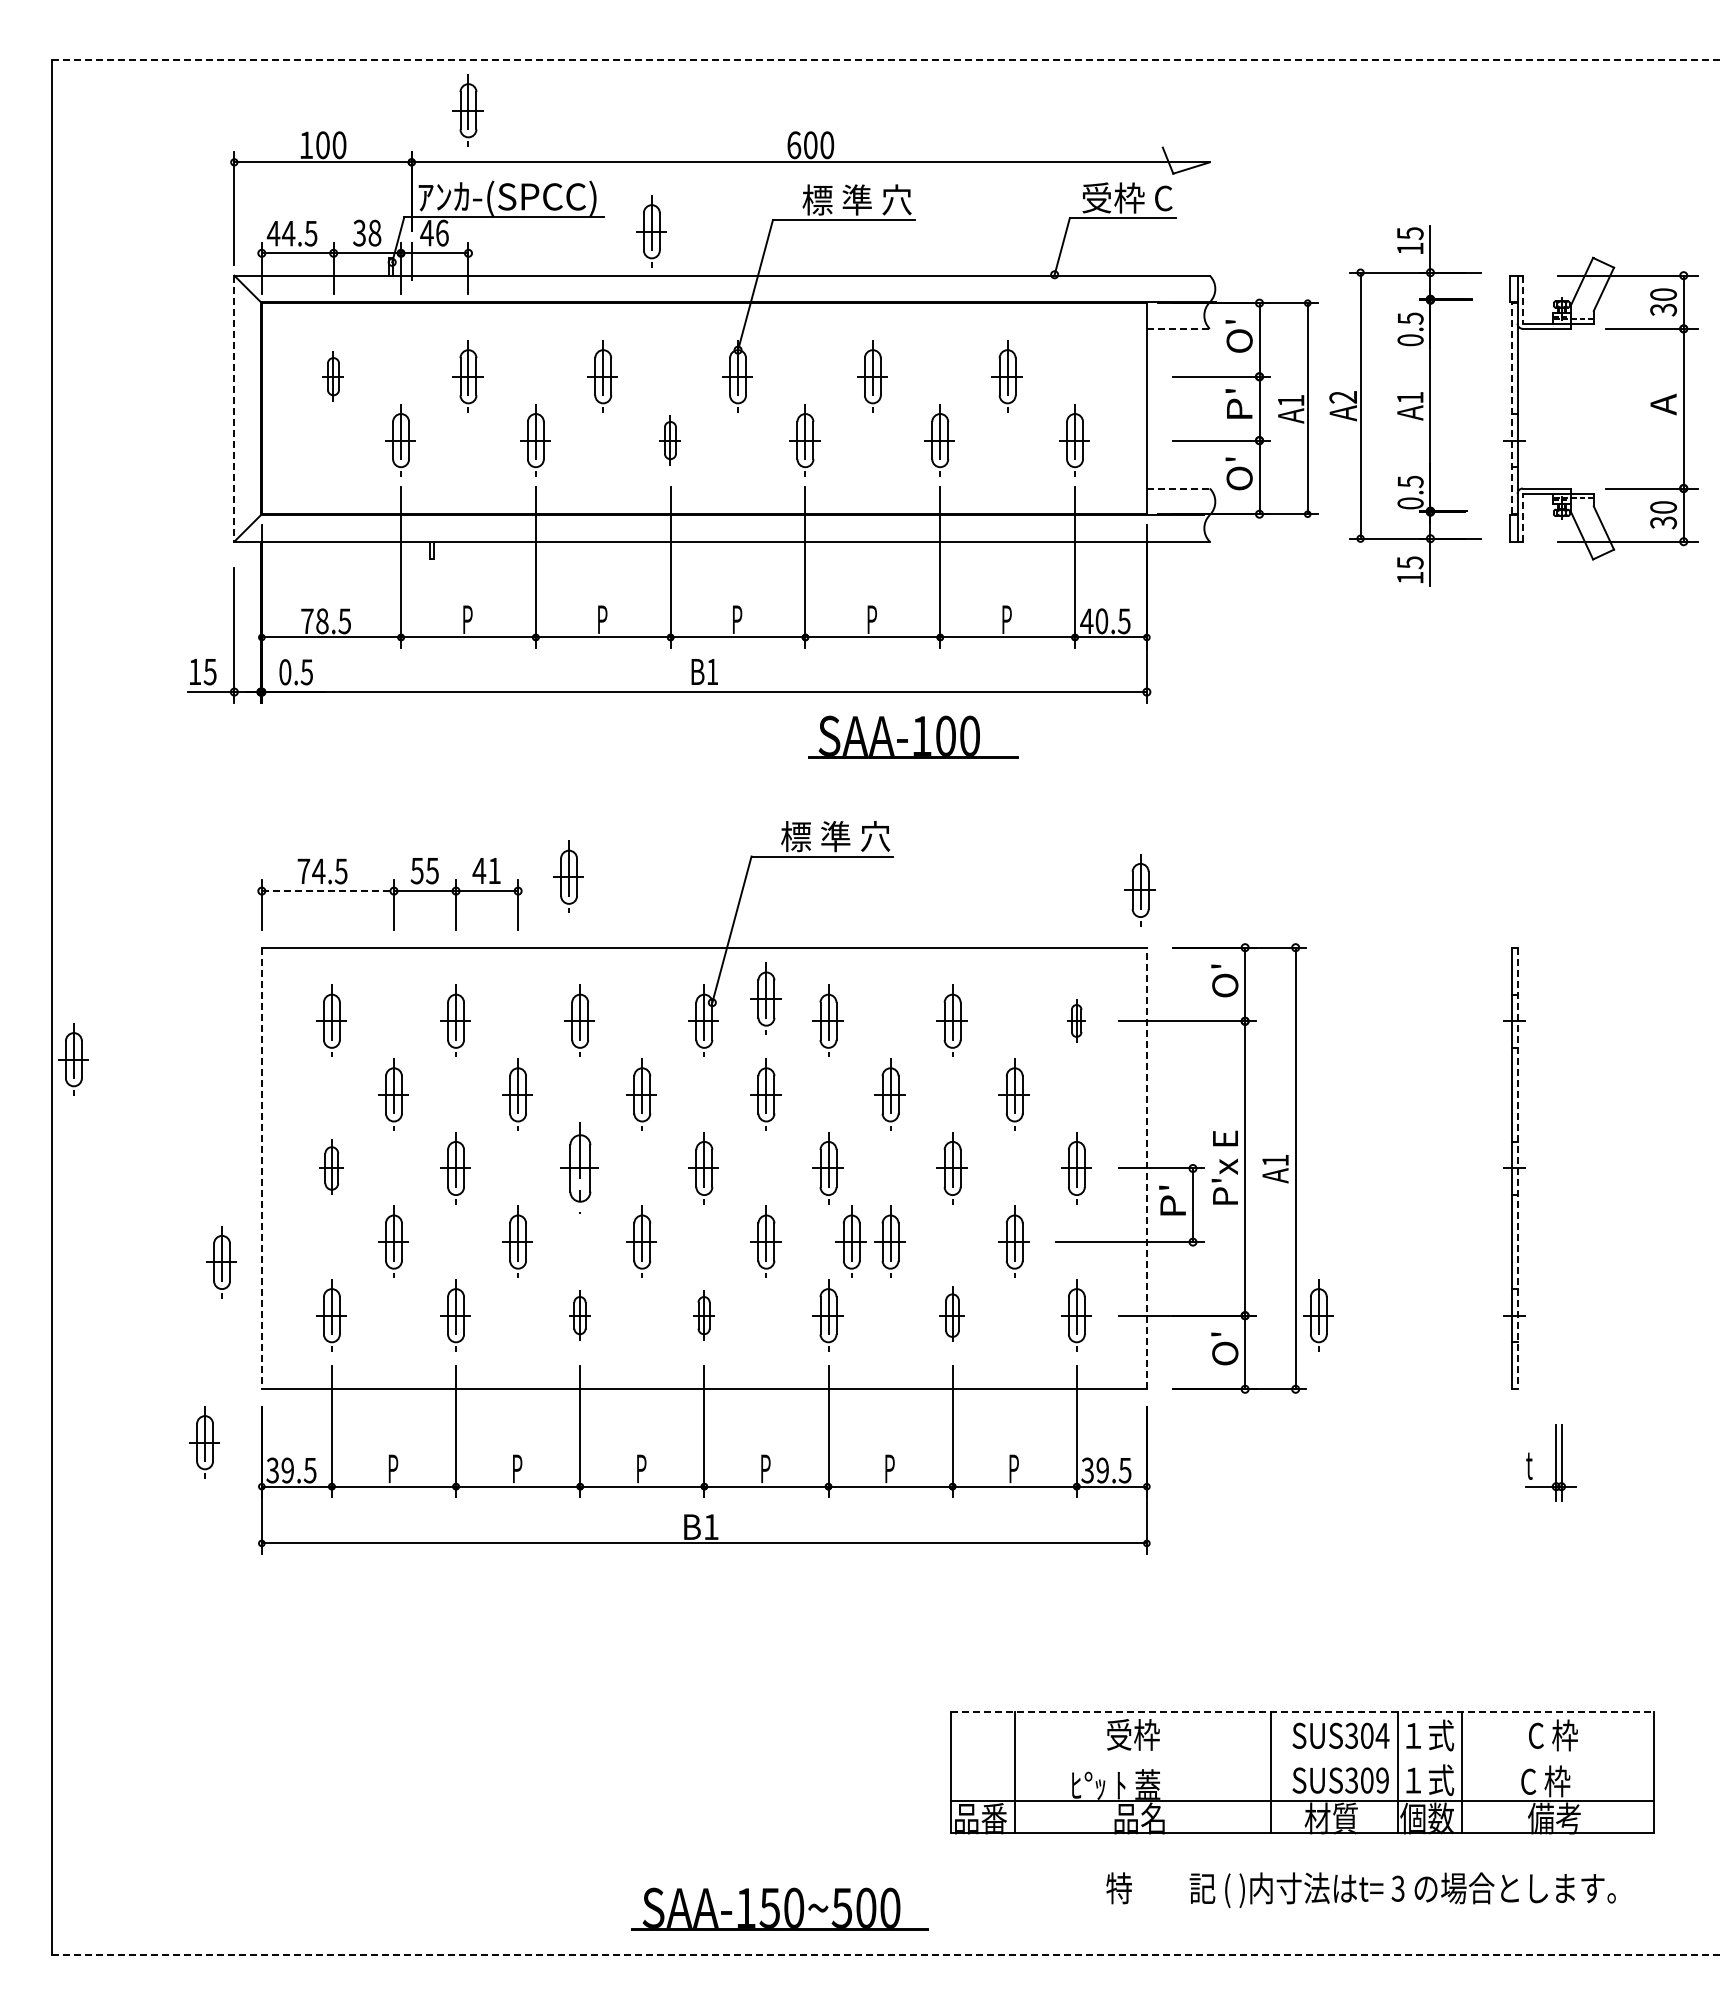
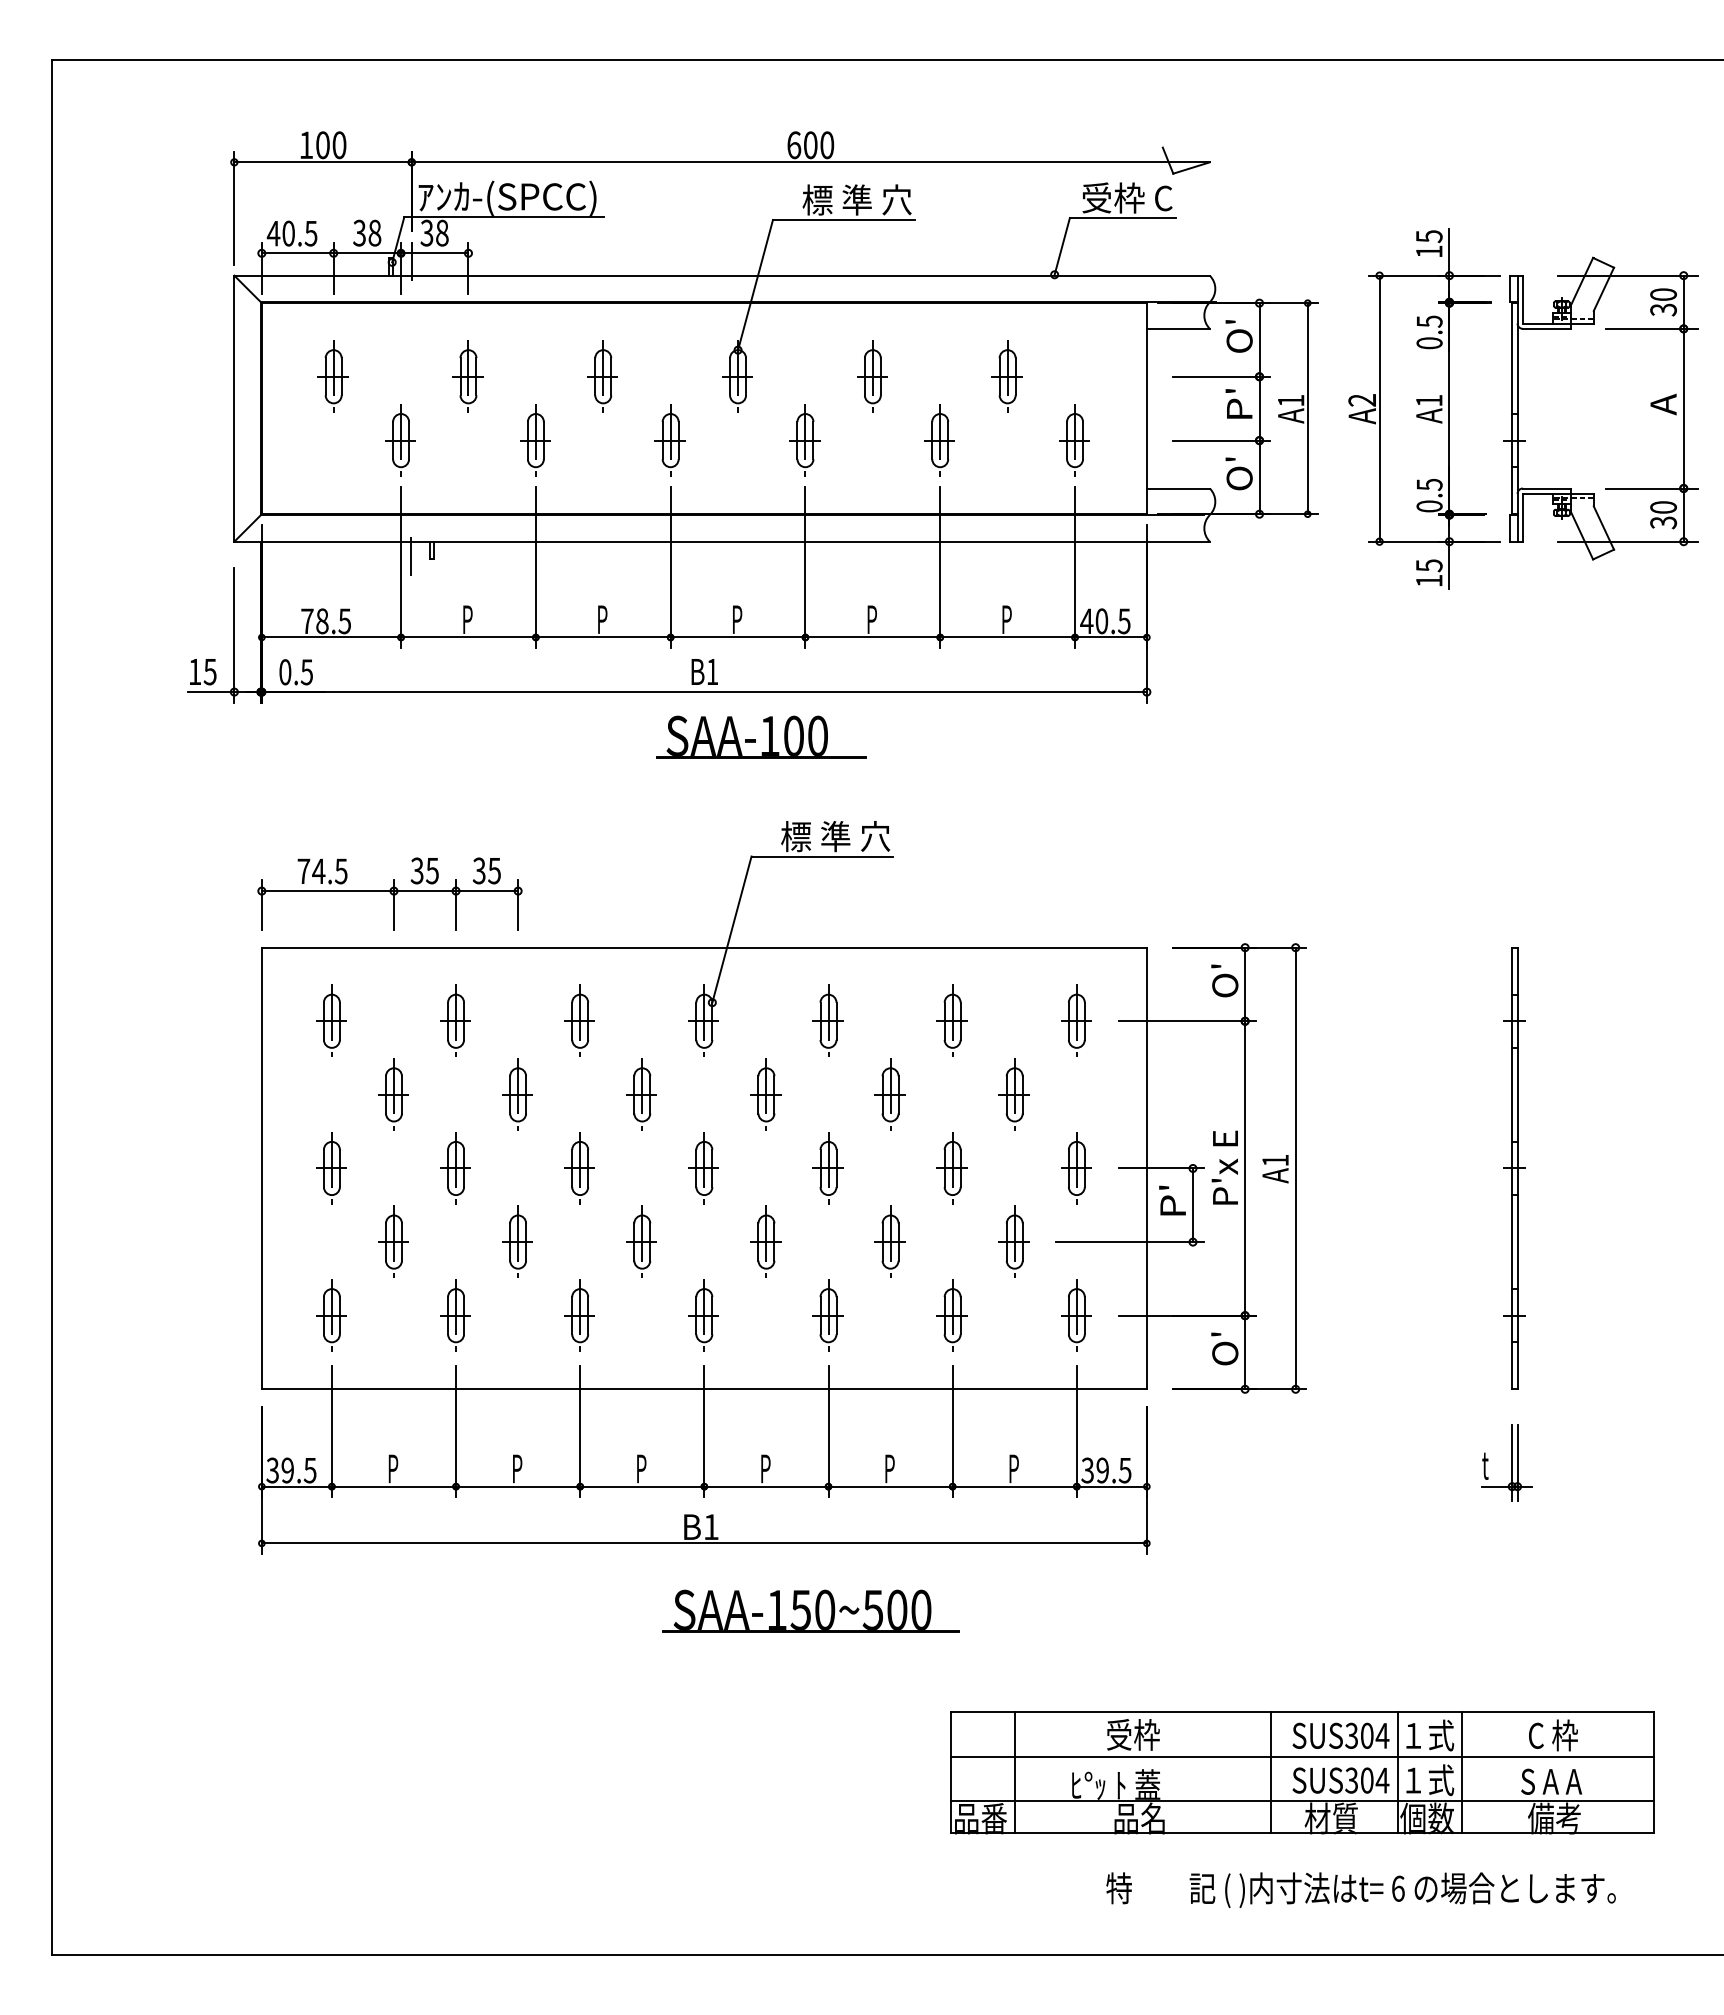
line at (887, 60): dashed -> solid
part at (467, 110): present -> none
part at (651, 231): present -> none
text at (434, 232): 46 -> 38
text at (288, 233): 44.5 -> 40.5
line at (1522, 299): dashed -> solid
line at (1178, 328): dashed -> solid
part at (332, 376) size: 22x51 px -> 32x73 px
part at (1405, 405) position: (1405, 405) -> (1424, 408)
line at (1512, 408): dashed -> solid
line at (234, 409): dashed -> solid
part at (669, 440) size: 22x51 px -> 32x73 px
line at (1178, 488): dashed -> solid
line at (1522, 517): dashed -> solid
line at (410, 556): none -> present
part at (907, 739) position: (907, 739) -> (755, 739)
text at (417, 870): 55 -> 35
text at (486, 870): 41 -> 35
part at (568, 876): present -> none
part at (1139, 890): present -> none
line at (328, 891): dashed -> solid
part at (765, 998): present -> none
part at (1076, 1020) size: 19x44 px -> 31x73 px
part at (73, 1059): present -> none
part at (331, 1166) size: 25x56 px -> 31x73 px
part at (579, 1167) size: 39x92 px -> 31x73 px
line at (261, 1168): dashed -> solid
line at (1146, 1168): dashed -> solid
line at (1517, 1168): dashed -> solid
part at (850, 1241): present -> none
part at (221, 1262): present -> none
part at (951, 1313) size: 26x56 px -> 32x73 px
part at (579, 1315) size: 22x51 px -> 31x73 px
part at (703, 1315) size: 22x51 px -> 31x73 px
part at (1318, 1315): present -> none
part at (204, 1442): present -> none
part at (1550, 1462) position: (1550, 1462) -> (1506, 1462)
line at (1303, 1711): dashed -> solid
line at (1302, 1756): none -> present
text at (1382, 1780): SUS309 -> SUS304
text at (1551, 1781): C 枠 -> S A A
text at (1397, 1888): 3 -> 6
part at (779, 1908) position: (779, 1908) -> (810, 1610)
line at (887, 1954): dashed -> solid
